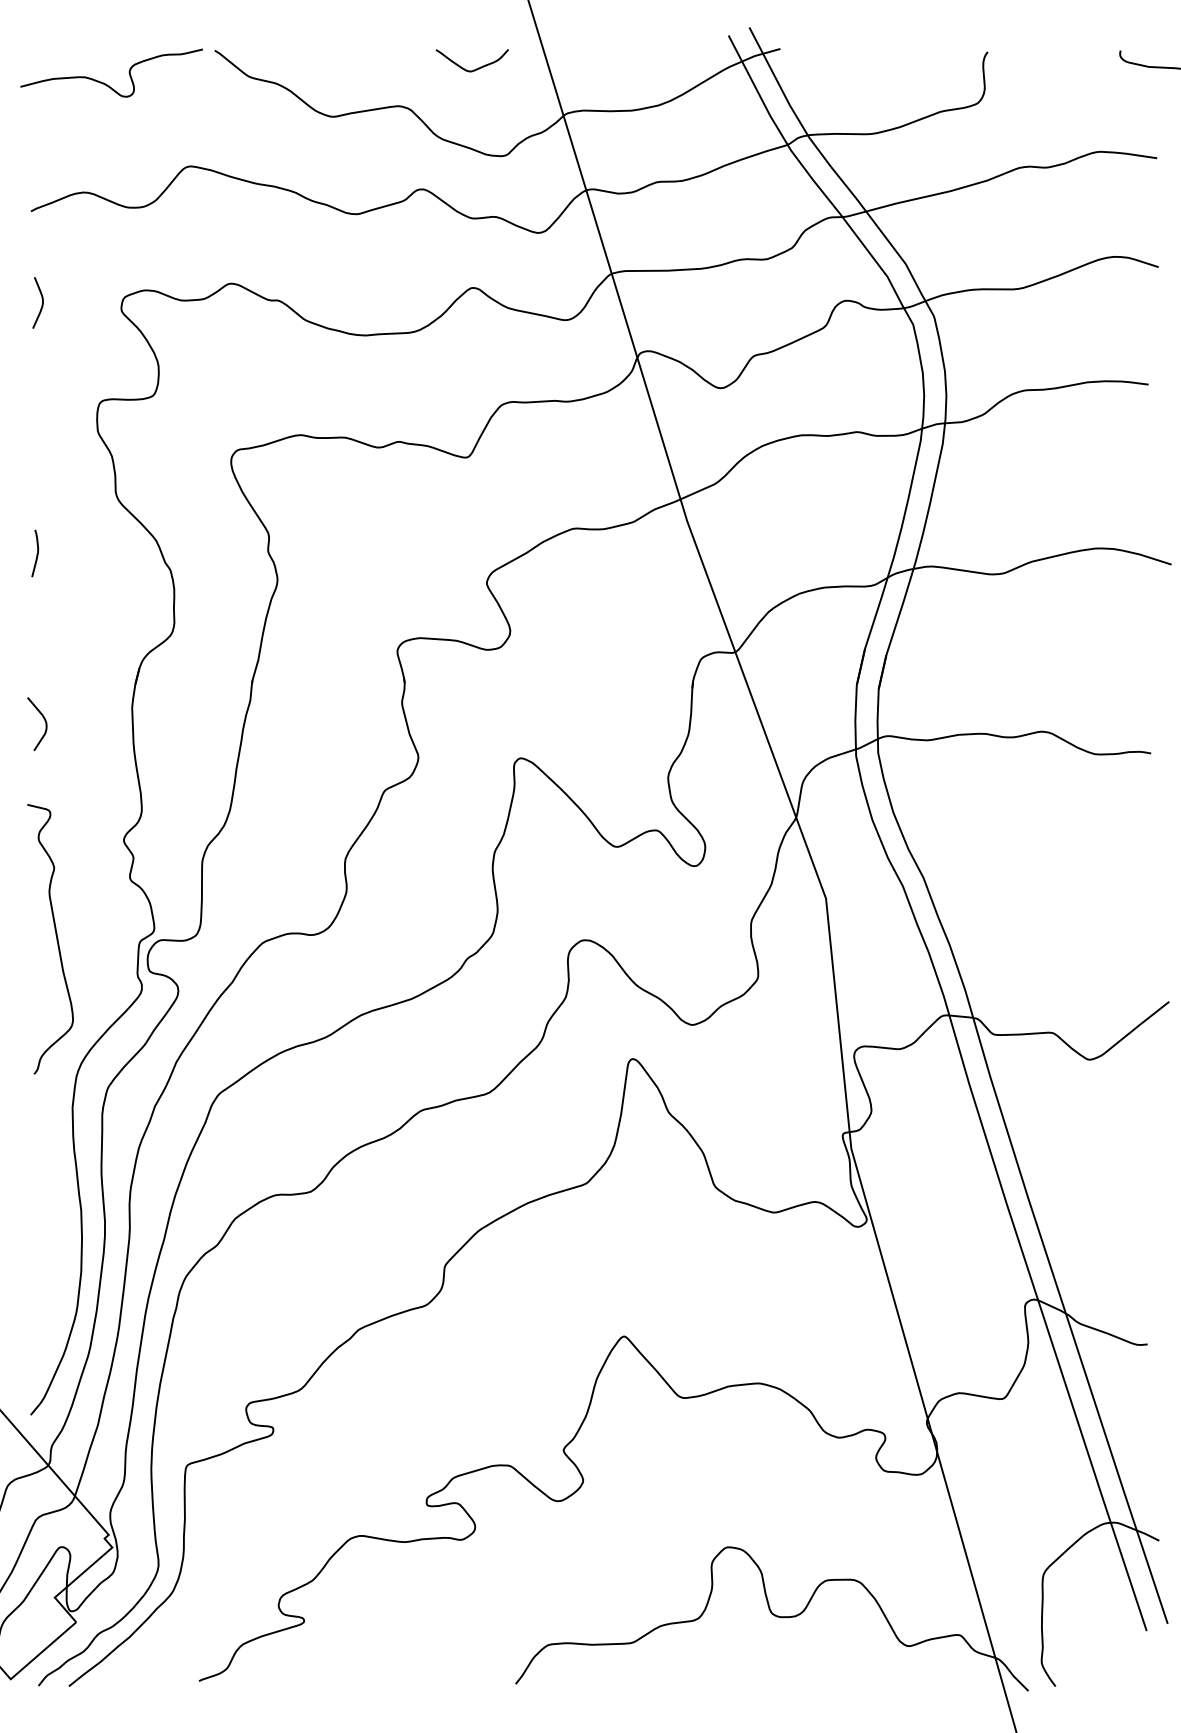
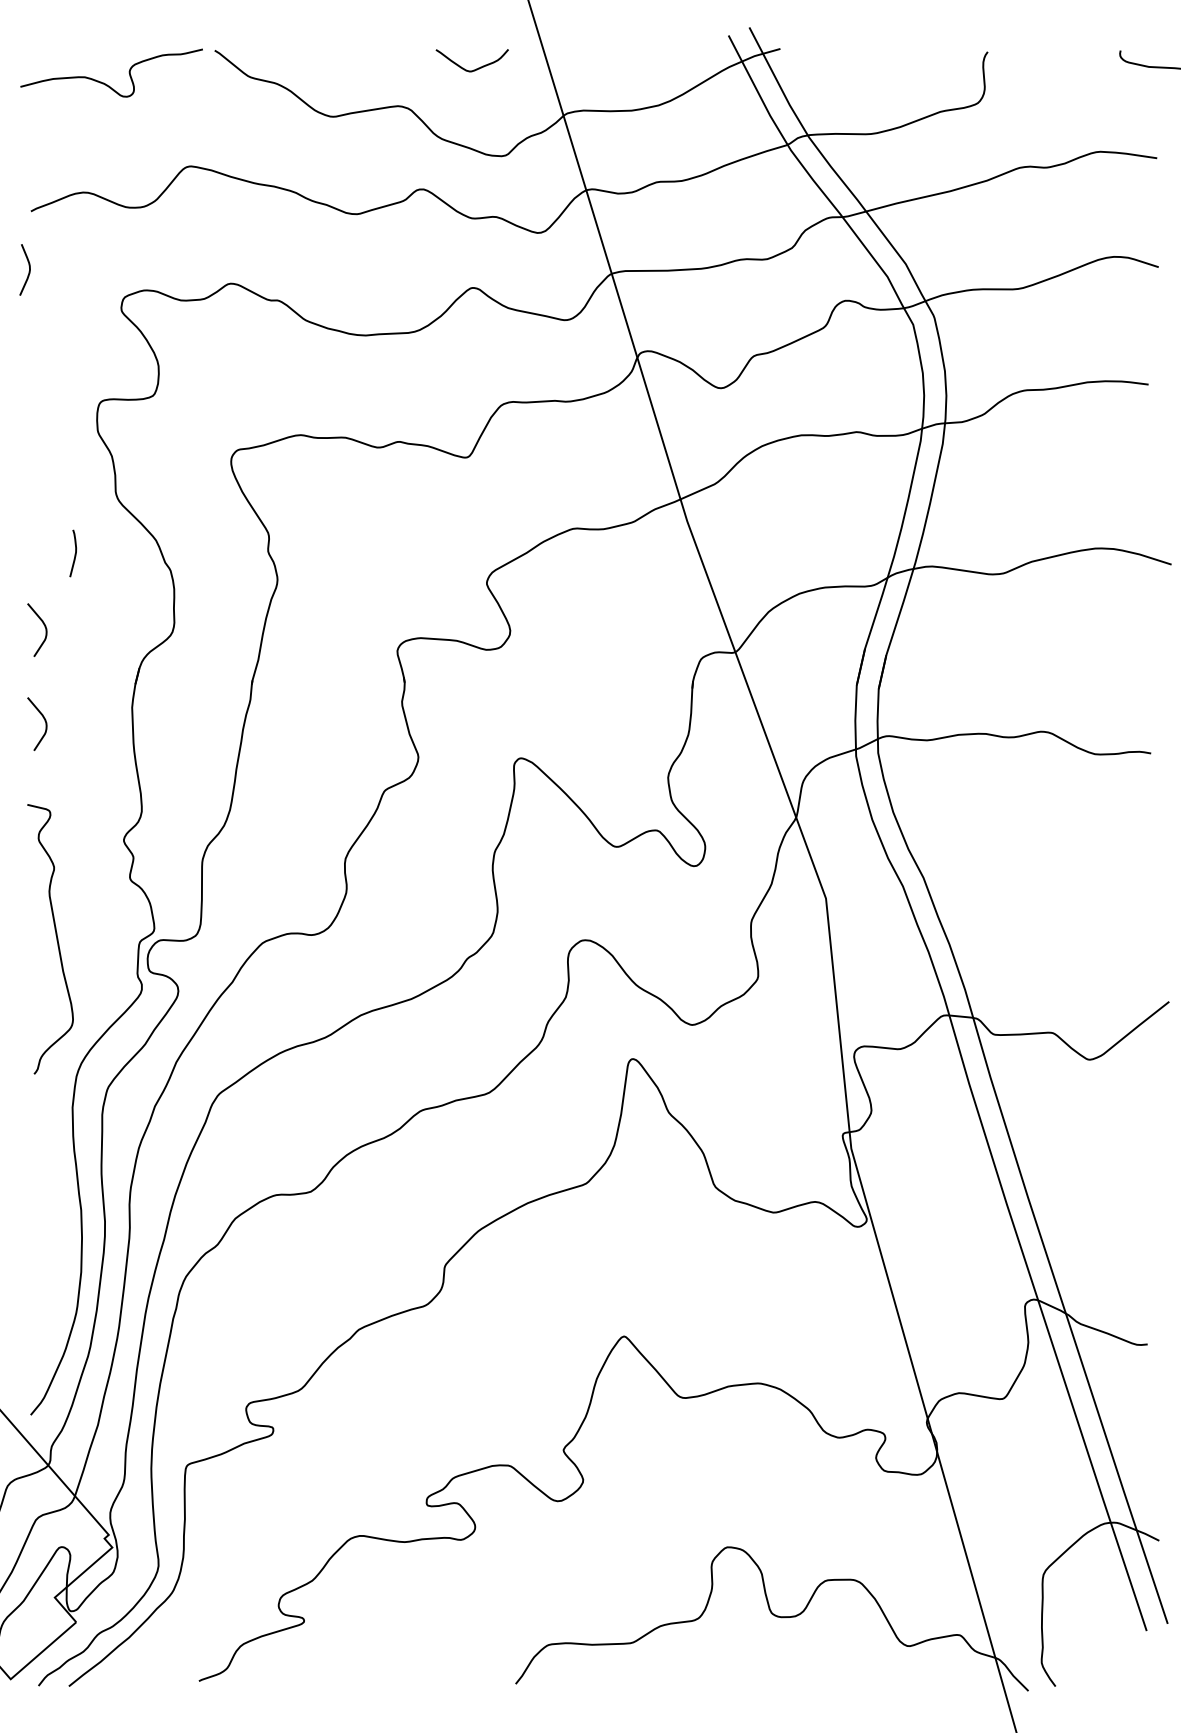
curve at (41, 304) position: (41, 304) -> (28, 271)
curve at (36, 553) position: (36, 553) -> (74, 553)
curve at (44, 627): none -> present
